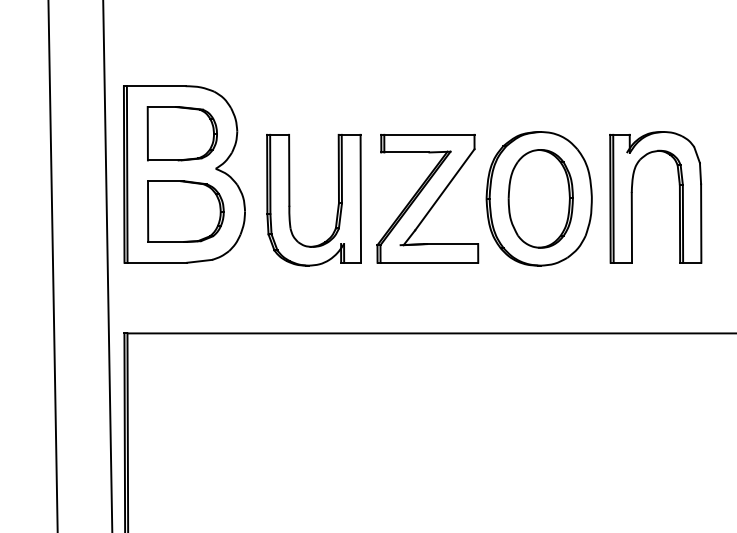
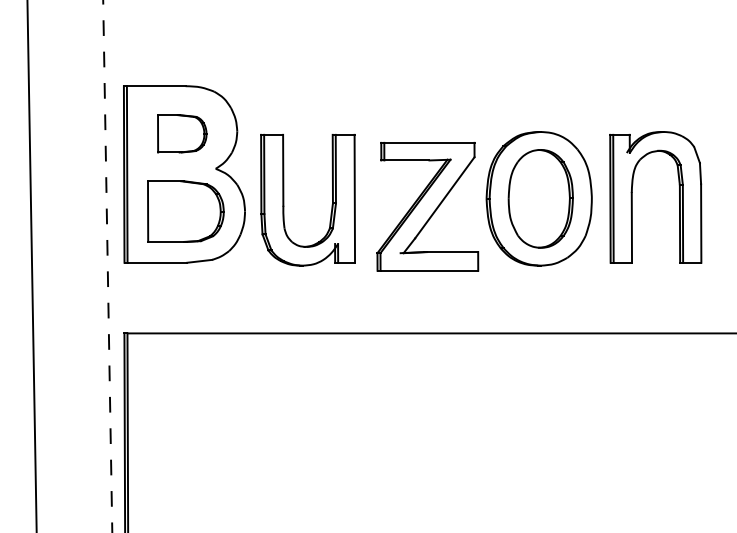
part at (181, 133) size: 72x56 px -> 51x40 px
part at (427, 198) position: (427, 198) -> (427, 206)
part at (290, 200) position: (290, 200) -> (284, 200)
line at (52, 265) position: (52, 265) -> (31, 265)
line at (107, 266): solid -> dashed
